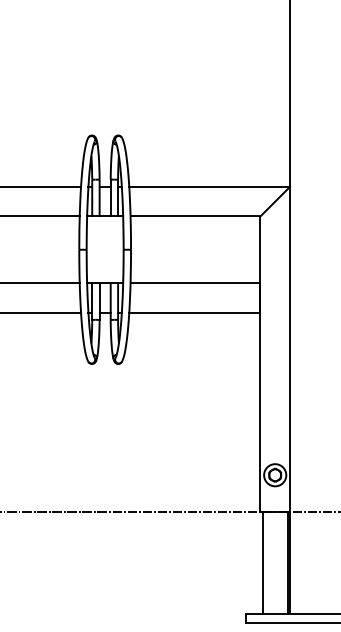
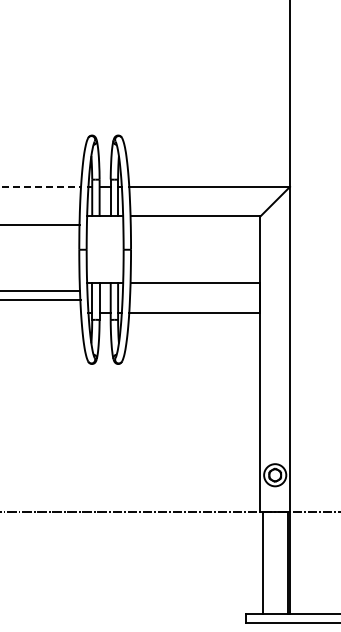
line at (41, 186): solid -> dashed
line at (40, 216) position: (40, 216) -> (40, 225)
line at (40, 283) position: (40, 283) -> (40, 291)
line at (41, 312) position: (41, 312) -> (41, 299)
